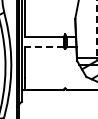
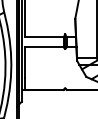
line at (96, 29): dashed -> solid
line at (43, 47): dashed -> solid
